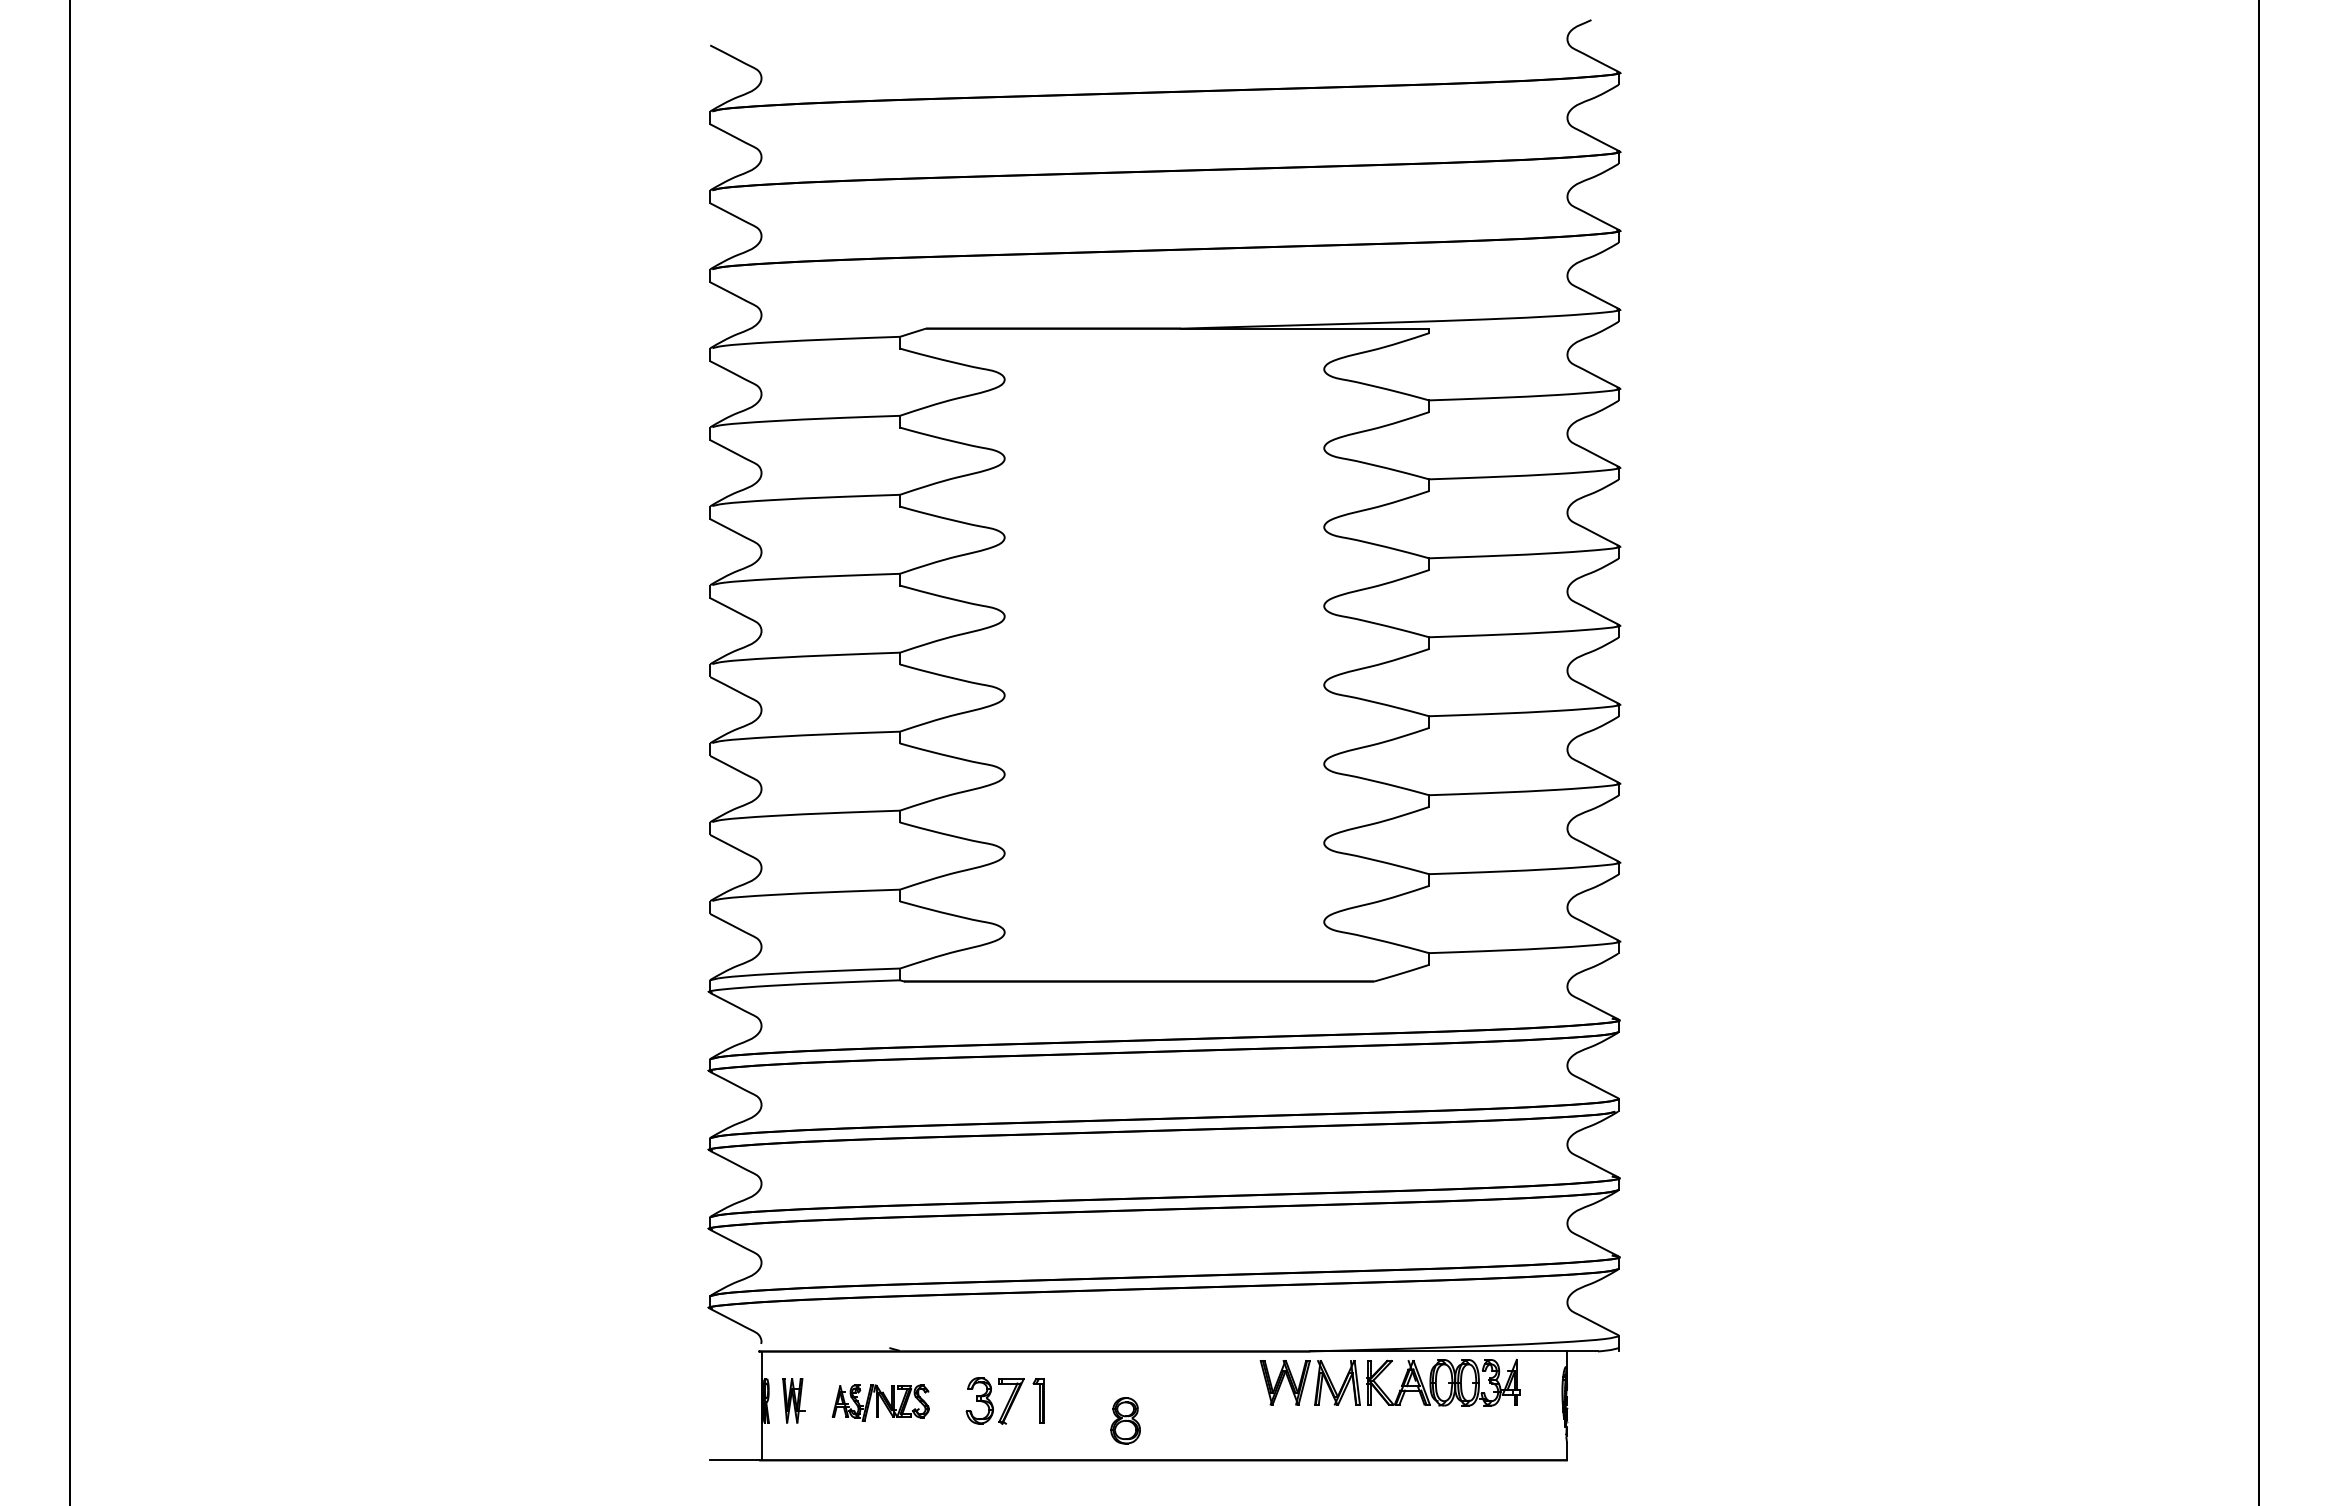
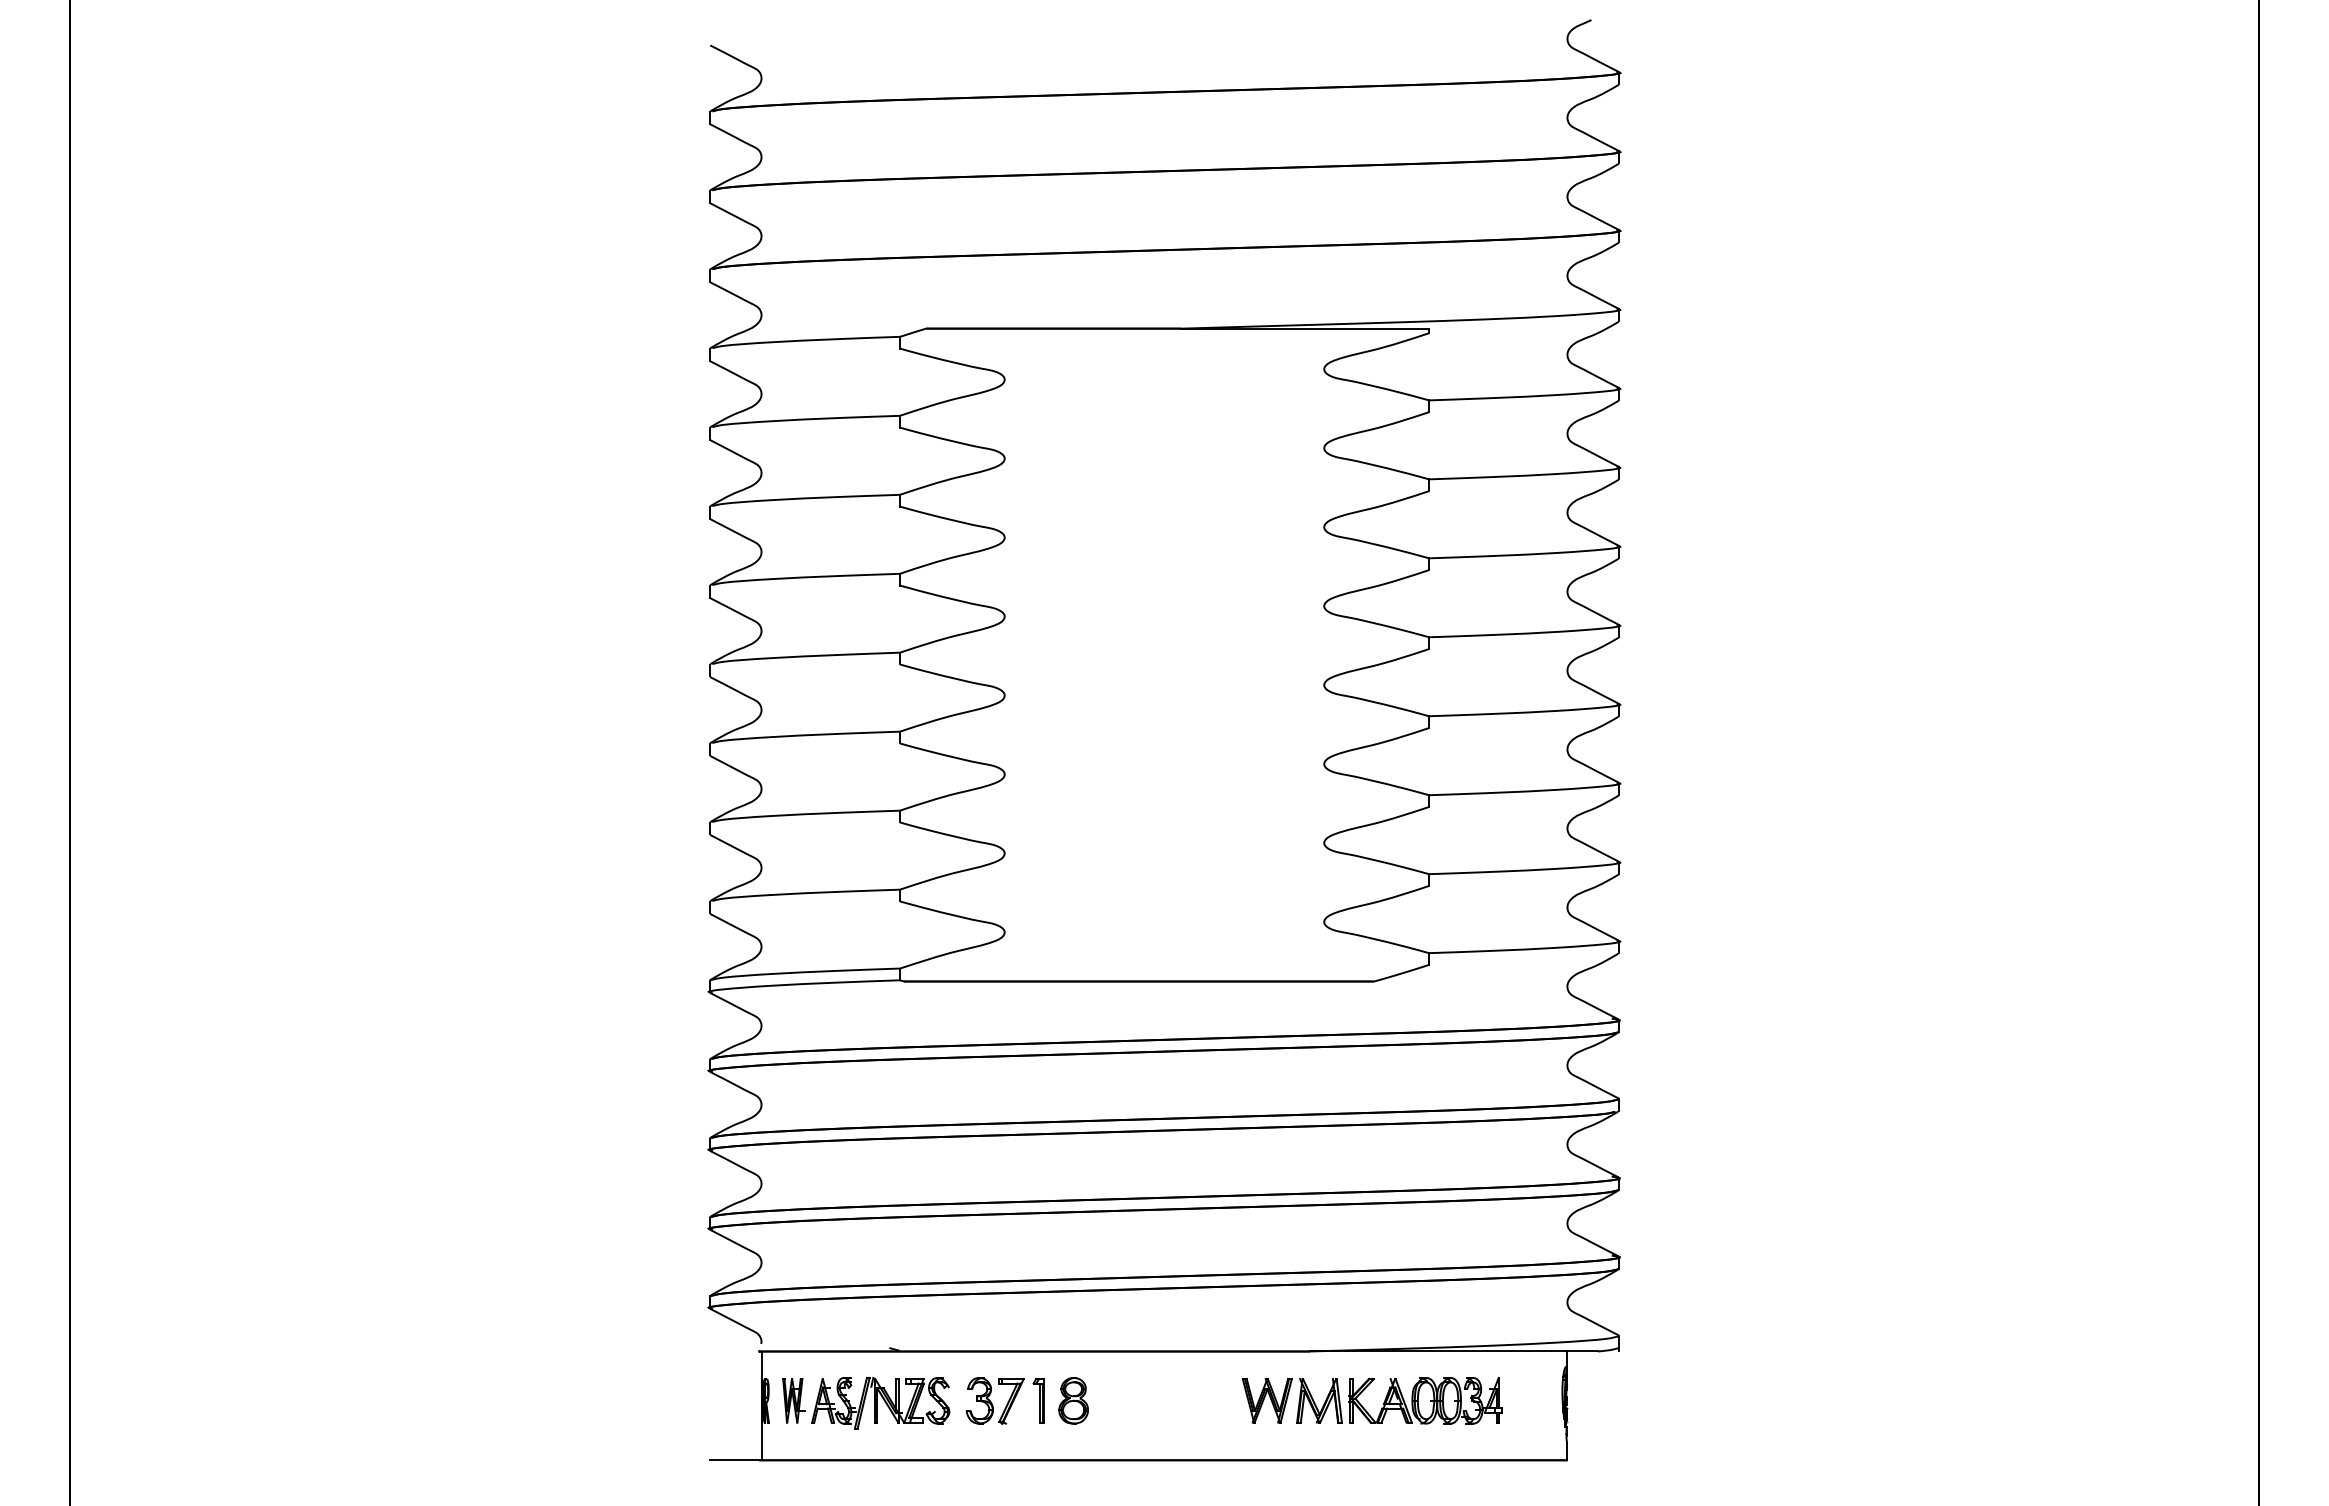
part at (1382, 1389) position: (1382, 1389) -> (1364, 1407)
part at (880, 1402) size: 98x38 px -> 140x54 px
part at (1125, 1420) position: (1125, 1420) -> (1073, 1400)
